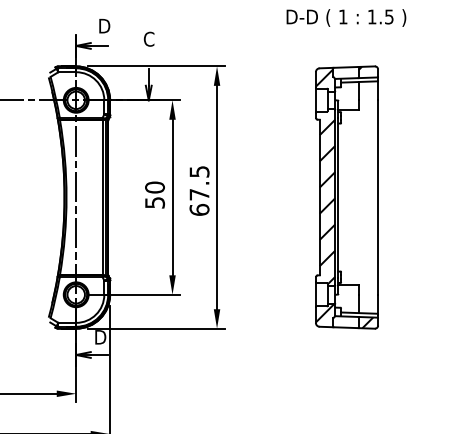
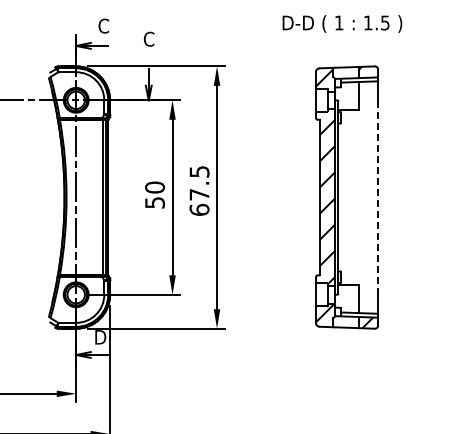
text at (346, 17) position: (346, 17) -> (342, 23)
text at (104, 25): D -> C
line at (378, 197): solid -> dashed
